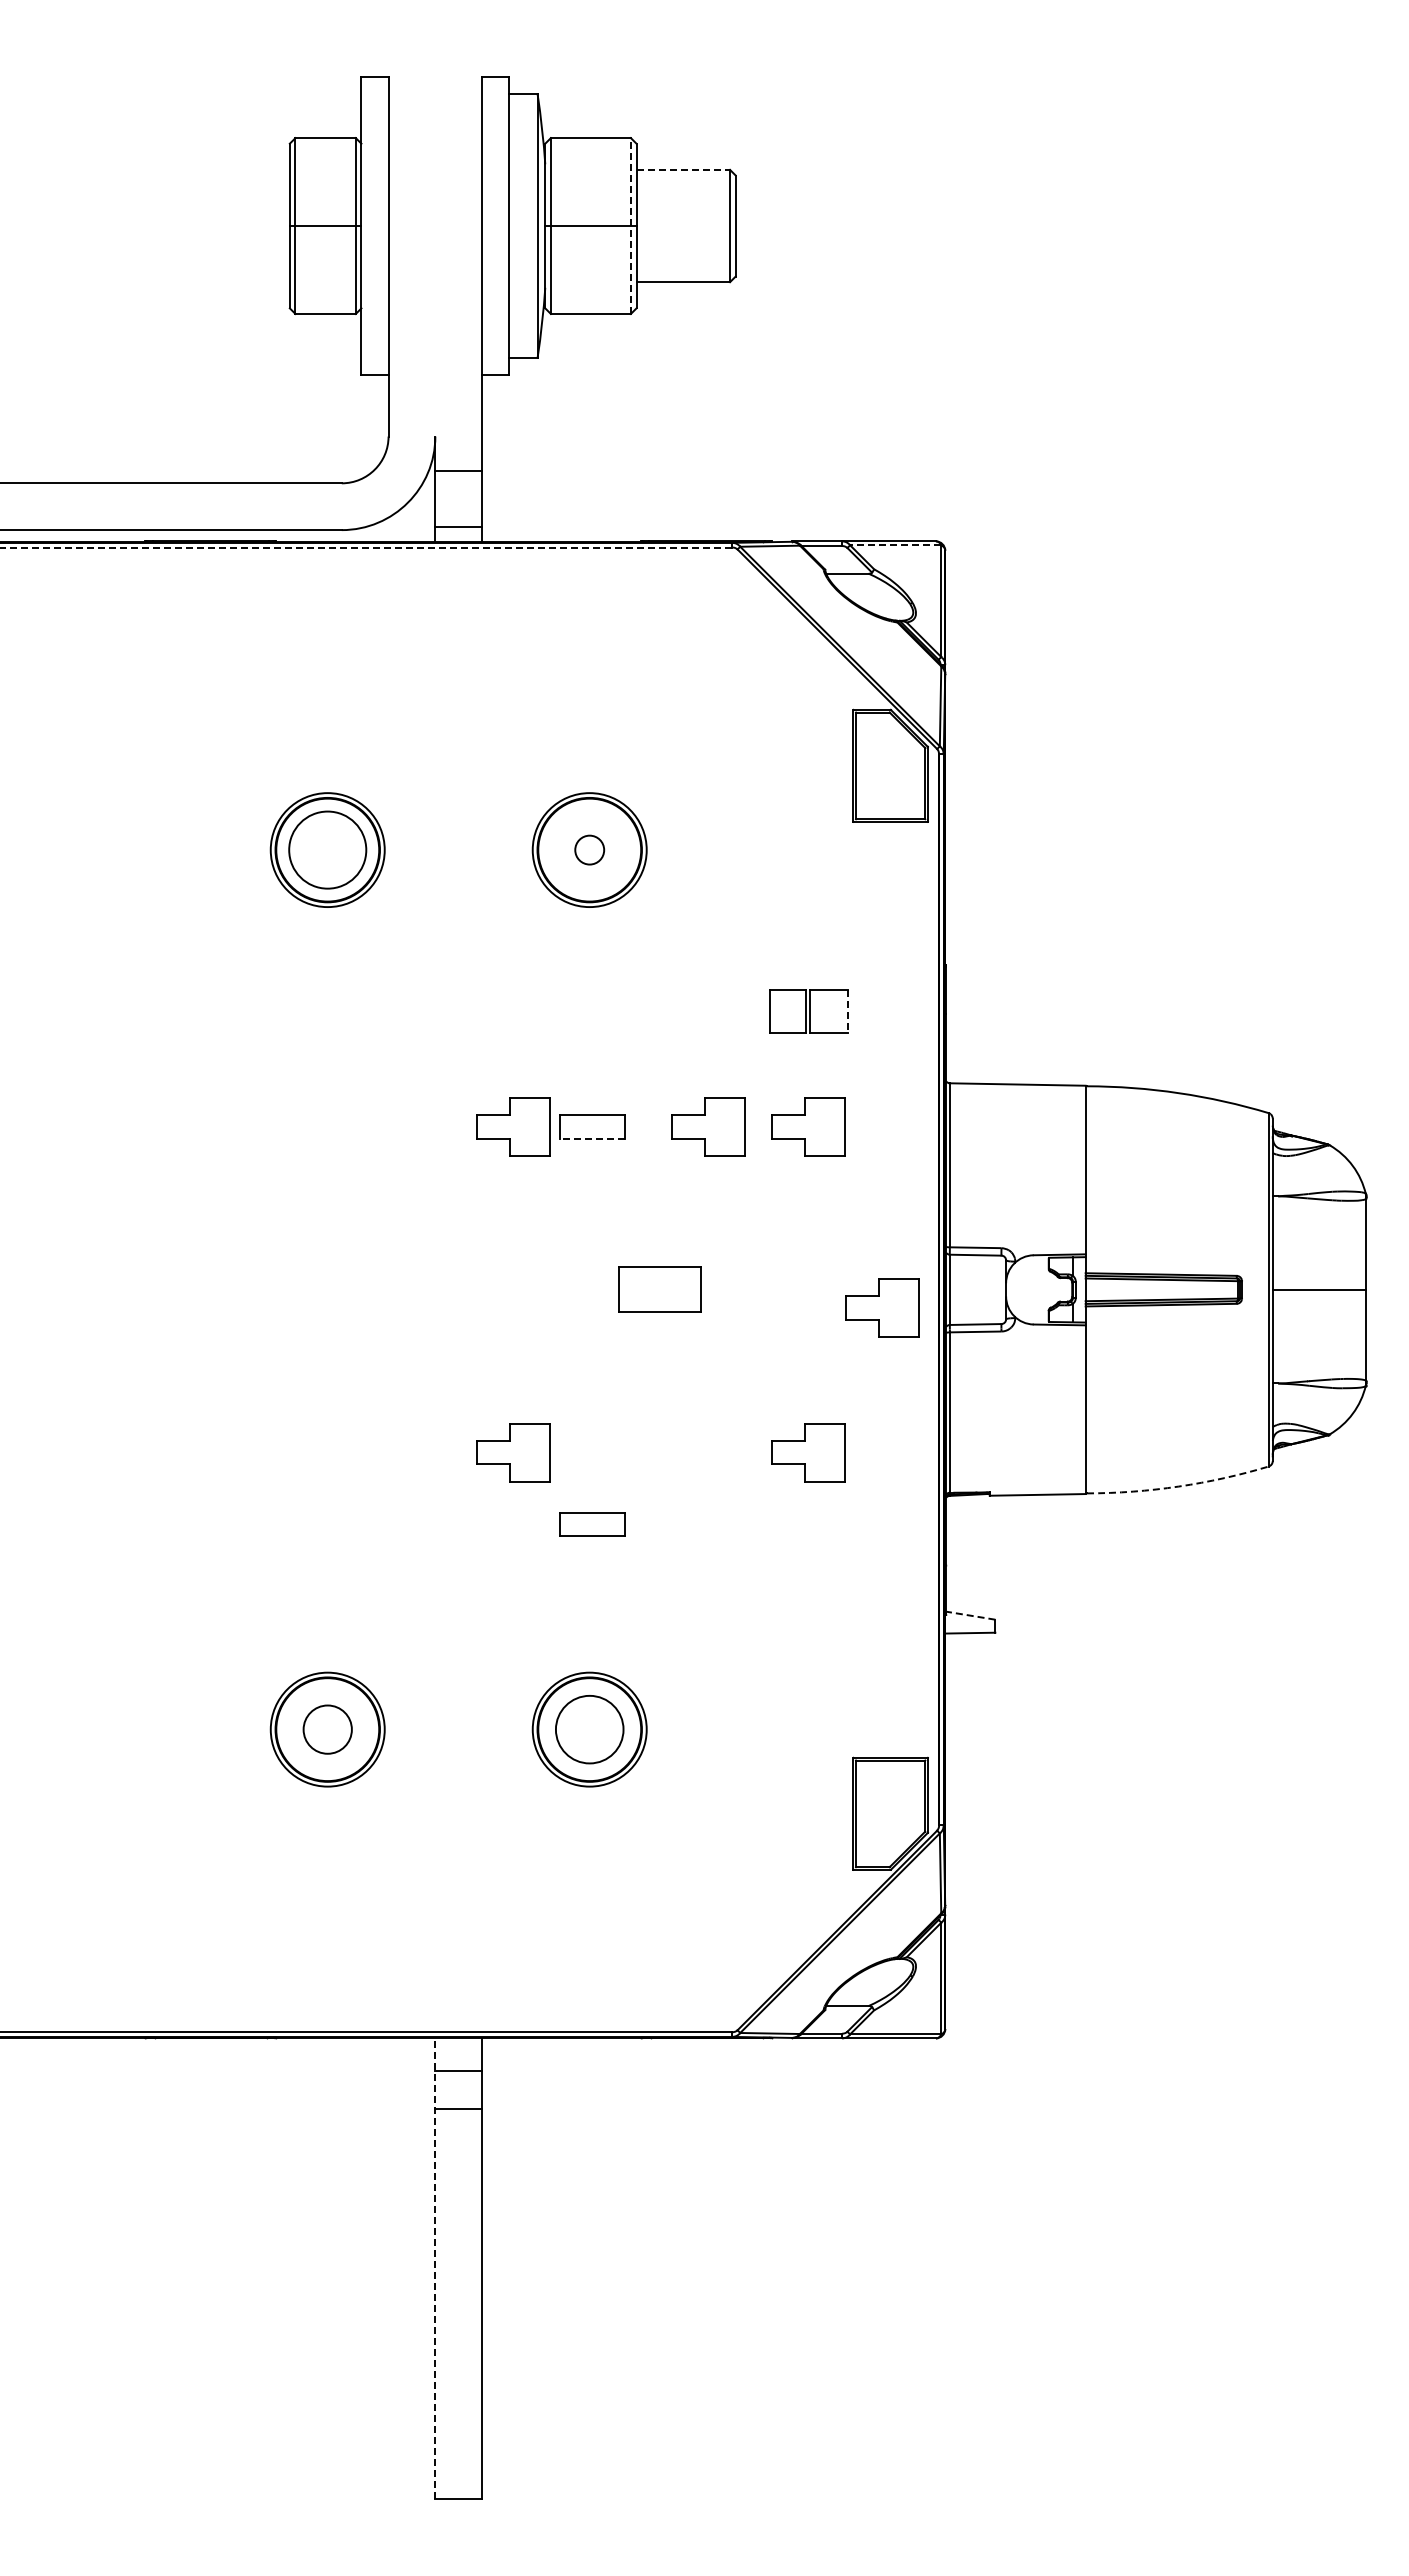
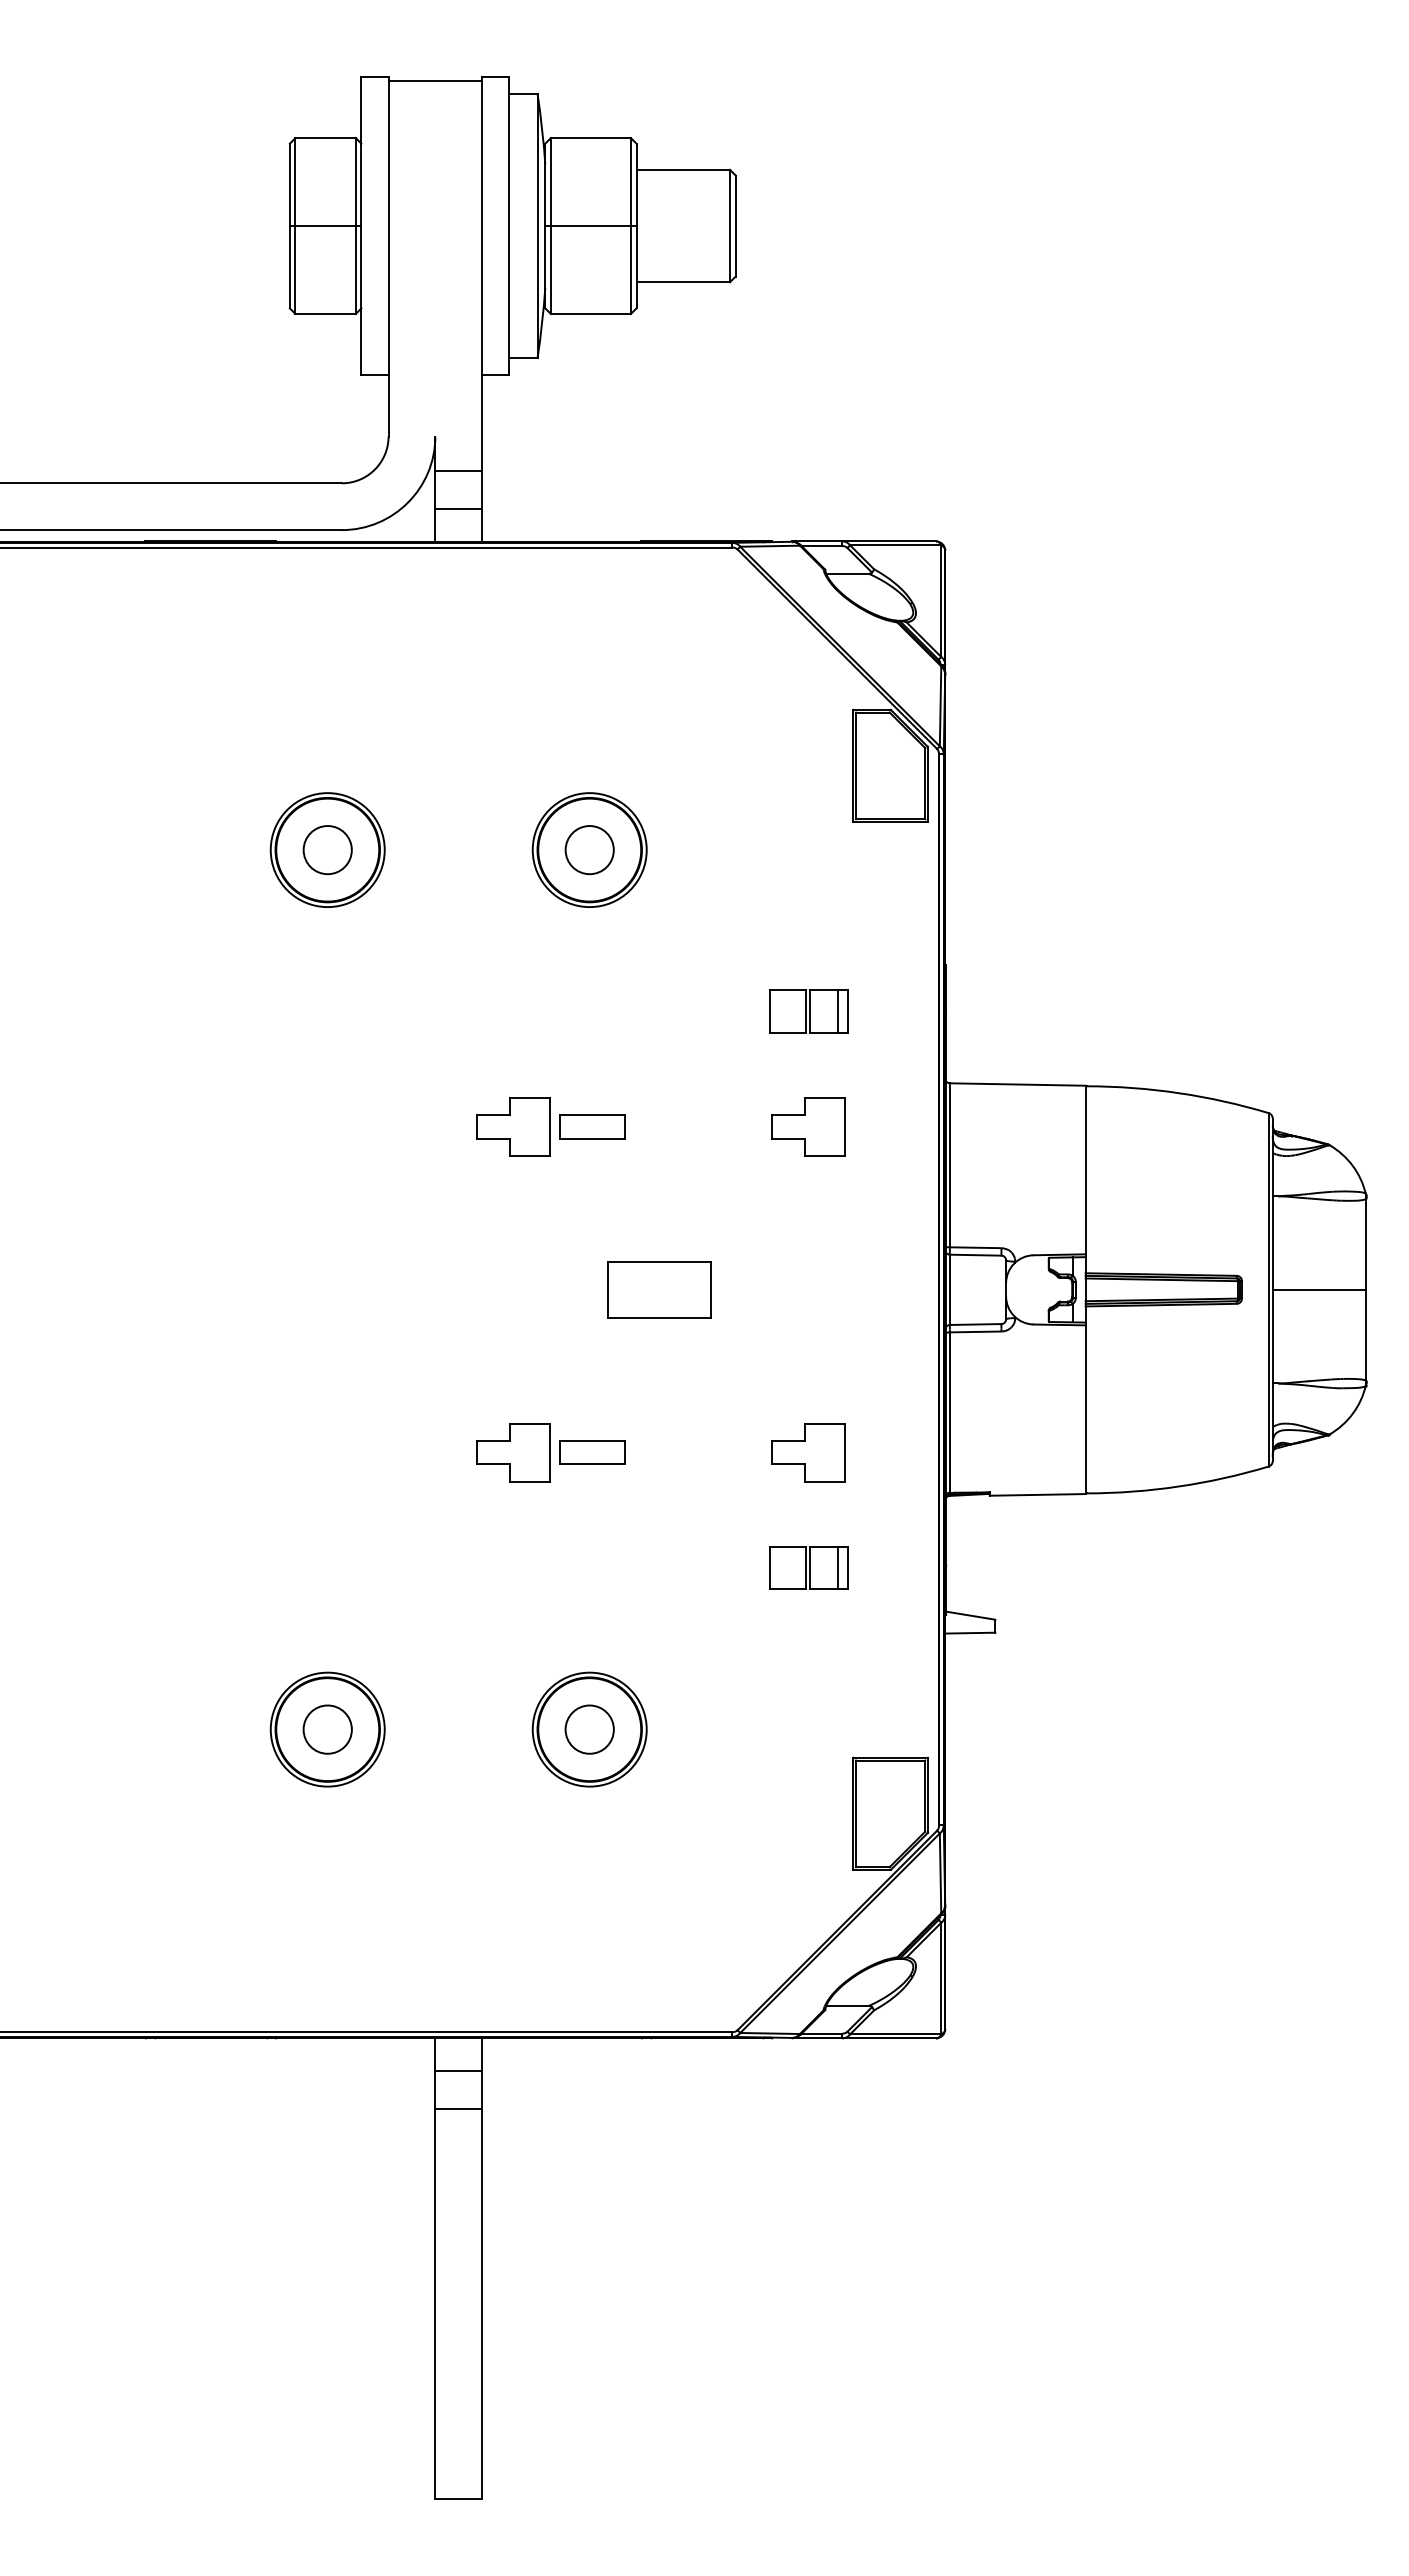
line at (435, 81): none -> present
line at (683, 169): dashed -> solid
line at (630, 226): dashed -> solid
line at (458, 526) position: (458, 526) -> (458, 508)
line at (895, 545): dashed -> solid
line at (366, 547): dashed -> solid
circle at (327, 849) diameter: 77 px -> 48 px
circle at (589, 849) diameter: 29 px -> 48 px
line at (838, 1011): none -> present
line at (847, 1012): dashed -> solid
part at (708, 1126): present -> none
line at (592, 1138): dashed -> solid
part at (659, 1289) size: 84x47 px -> 105x58 px
part at (882, 1307): present -> none
arc at (1178, 1486): dashed -> solid
part at (592, 1524) position: (592, 1524) -> (592, 1452)
part at (808, 1567): none -> present
line at (970, 1615): dashed -> solid
circle at (589, 1729) diameter: 68 px -> 48 px
line at (435, 2267): dashed -> solid
